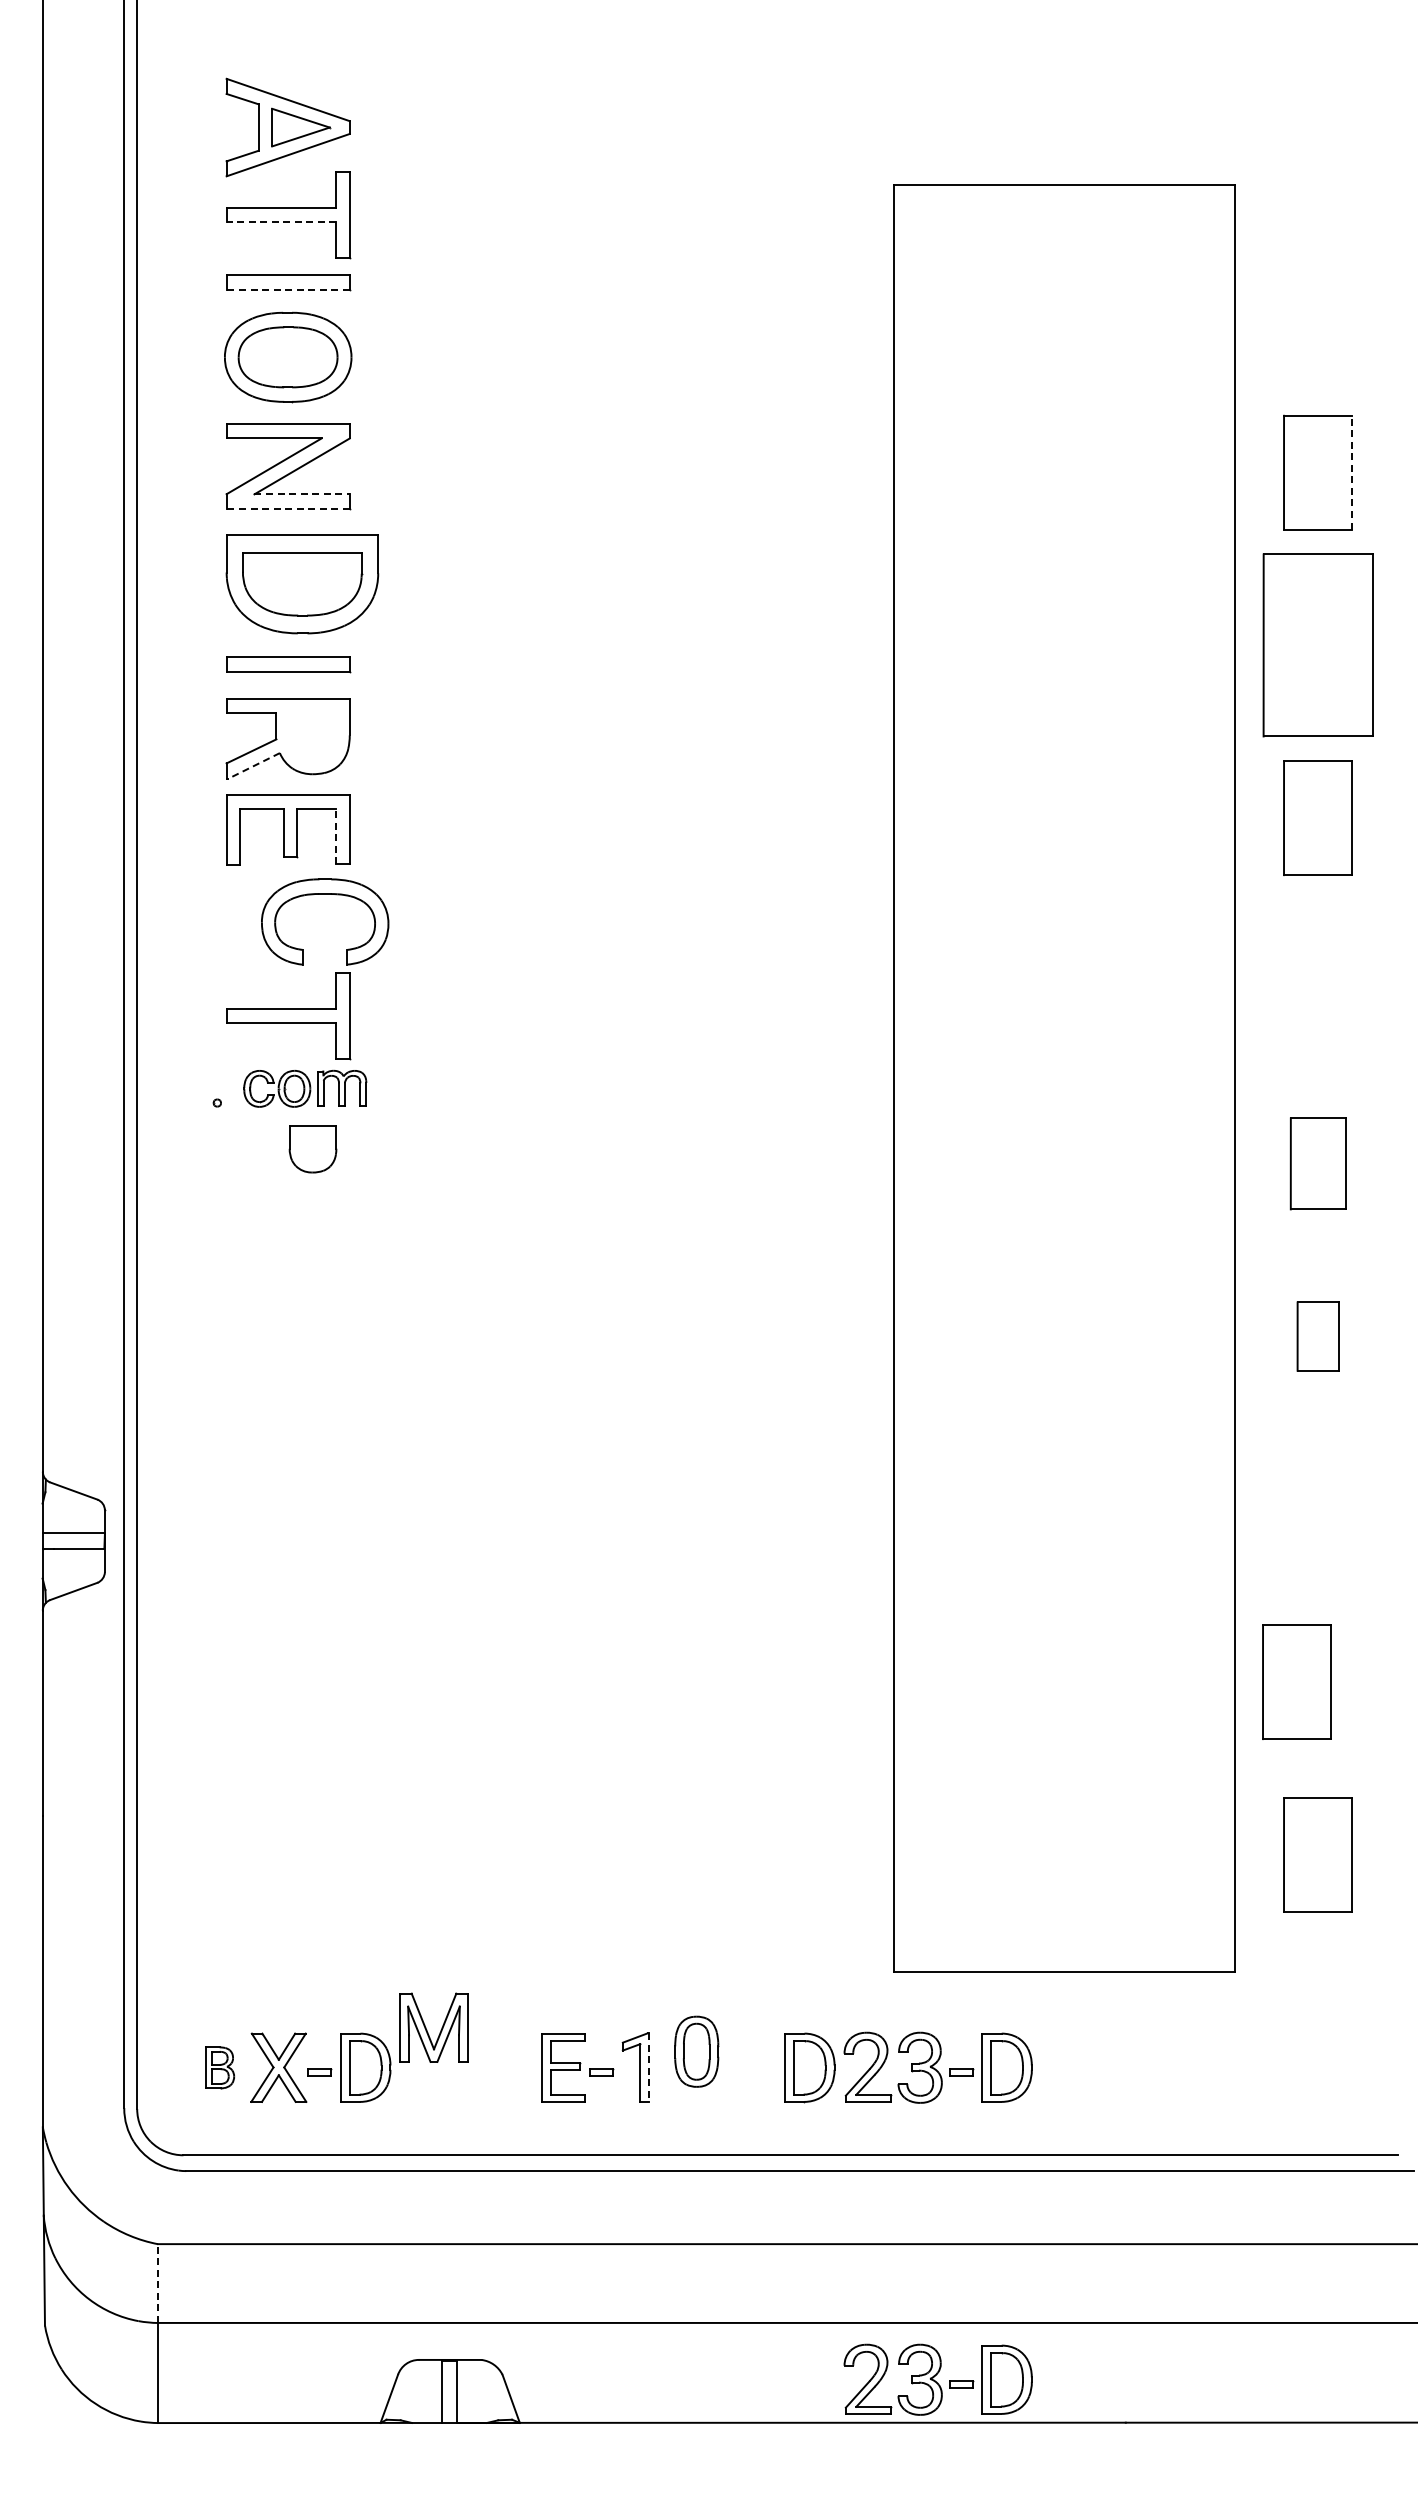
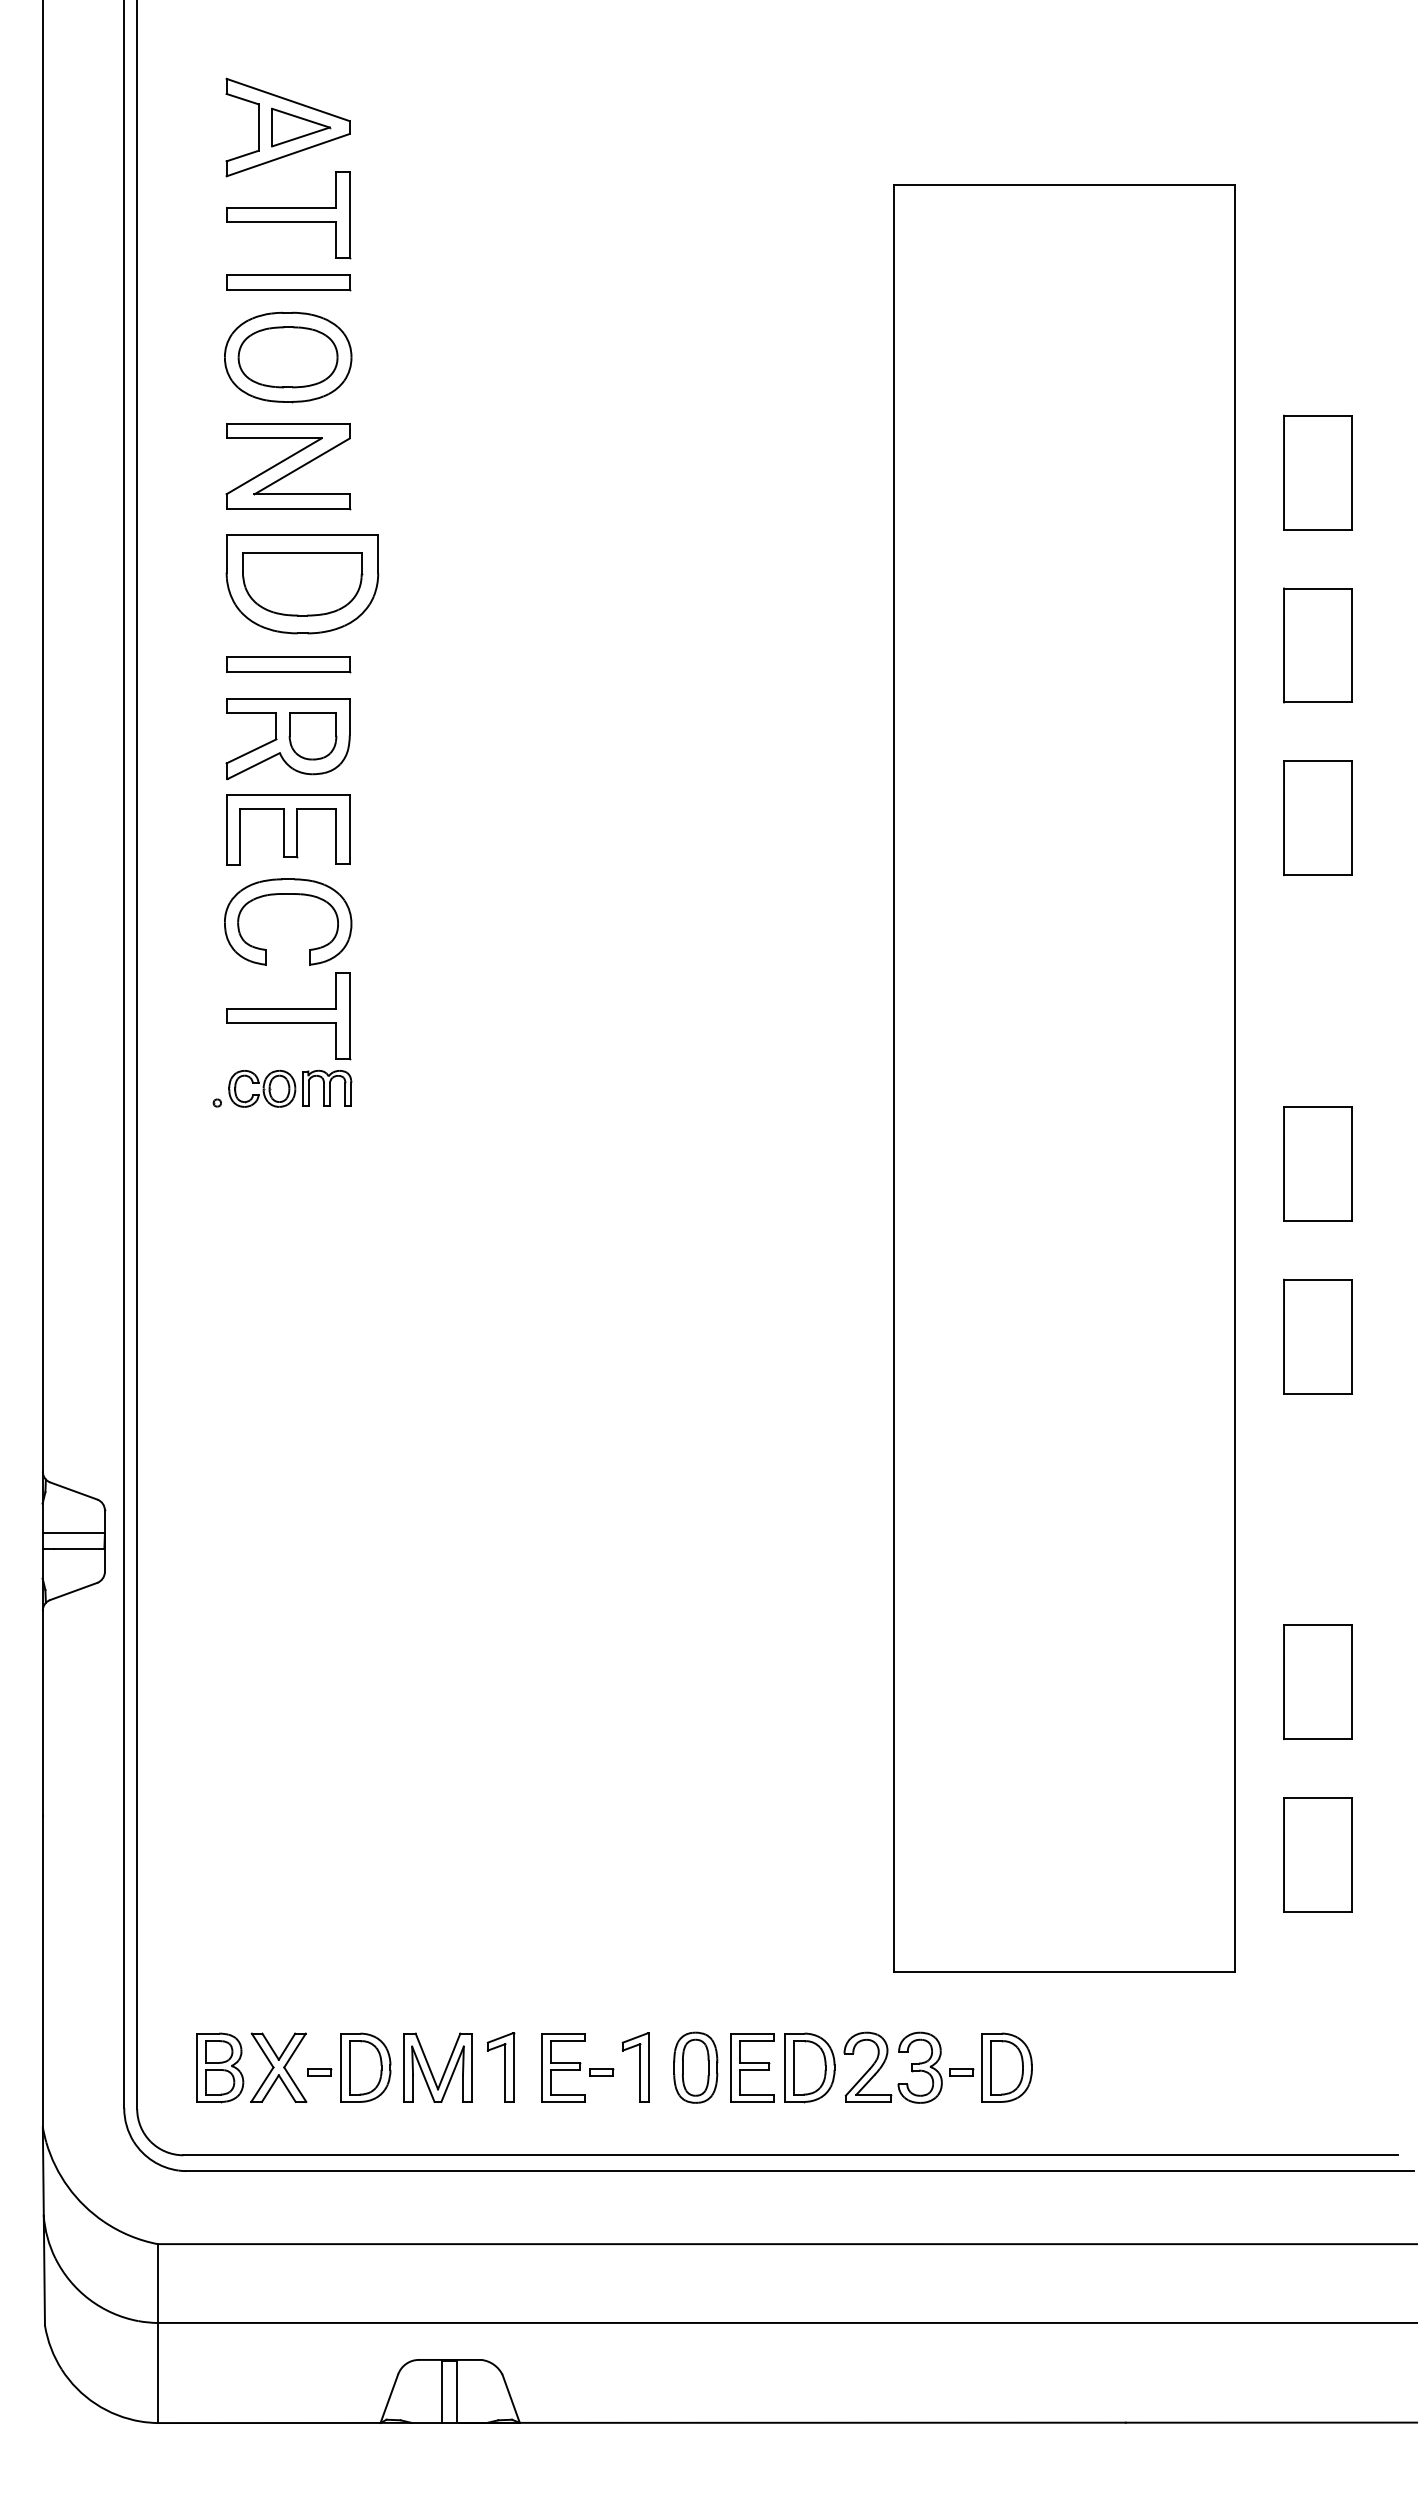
line at (281, 222): dashed -> solid
line at (288, 289): dashed -> solid
line at (1352, 472): dashed -> solid
line at (302, 494): dashed -> solid
line at (288, 508): dashed -> solid
part at (1317, 645) size: 112x185 px -> 70x117 px
line at (253, 766): dashed -> solid
line at (336, 836): dashed -> solid
part at (325, 894) position: (325, 894) -> (288, 894)
part at (305, 1088) position: (305, 1088) -> (290, 1088)
part at (312, 1149) position: (312, 1149) -> (312, 736)
part at (1317, 1163) size: 58x94 px -> 70x116 px
part at (1317, 1336) size: 44x71 px -> 70x117 px
part at (1296, 1681) position: (1296, 1681) -> (1317, 1681)
part at (427, 2029) position: (427, 2029) -> (431, 2069)
part at (696, 2051) position: (696, 2051) -> (695, 2067)
part at (219, 2067) size: 30x44 px -> 49x72 px
part at (500, 2067): none -> present
part at (752, 2067): none -> present
line at (649, 2068): dashed -> solid
line at (158, 2283): dashed -> solid
part at (937, 2379): present -> none
